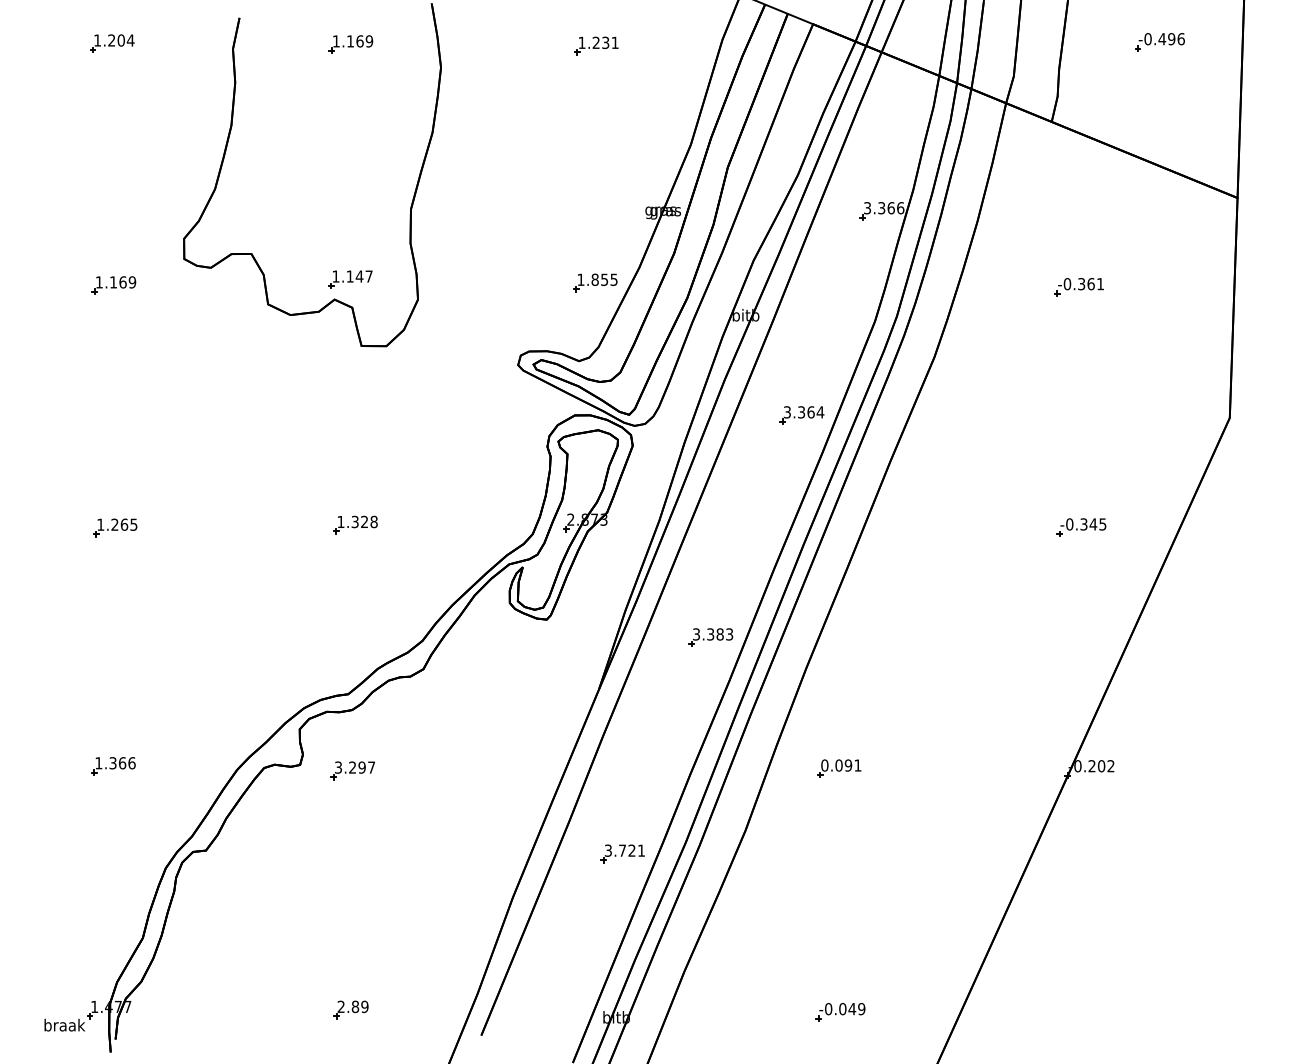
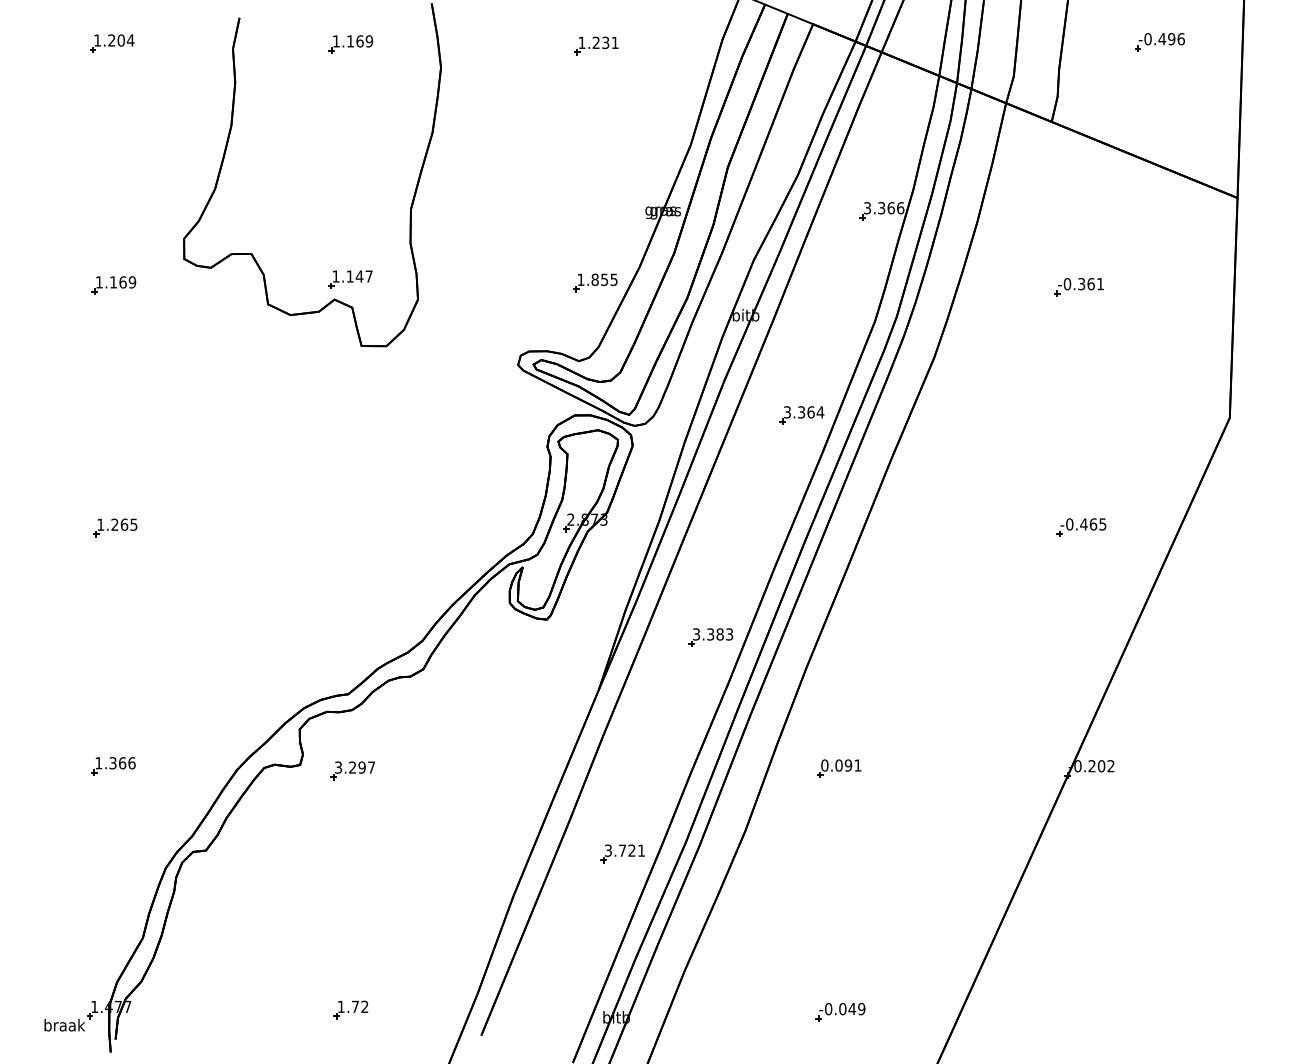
part at (355, 524): present -> none
text at (1088, 524): -0.345 -> -0.465
text at (352, 1006): 2.89 -> 1.72
